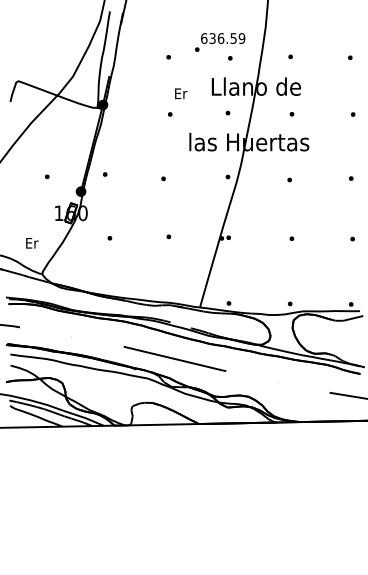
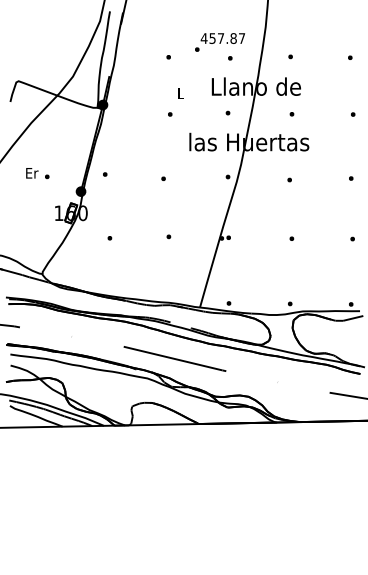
text at (222, 38): 636.59 -> 457.87
text at (181, 93): Er -> L
text at (32, 243) position: (32, 243) -> (32, 173)
